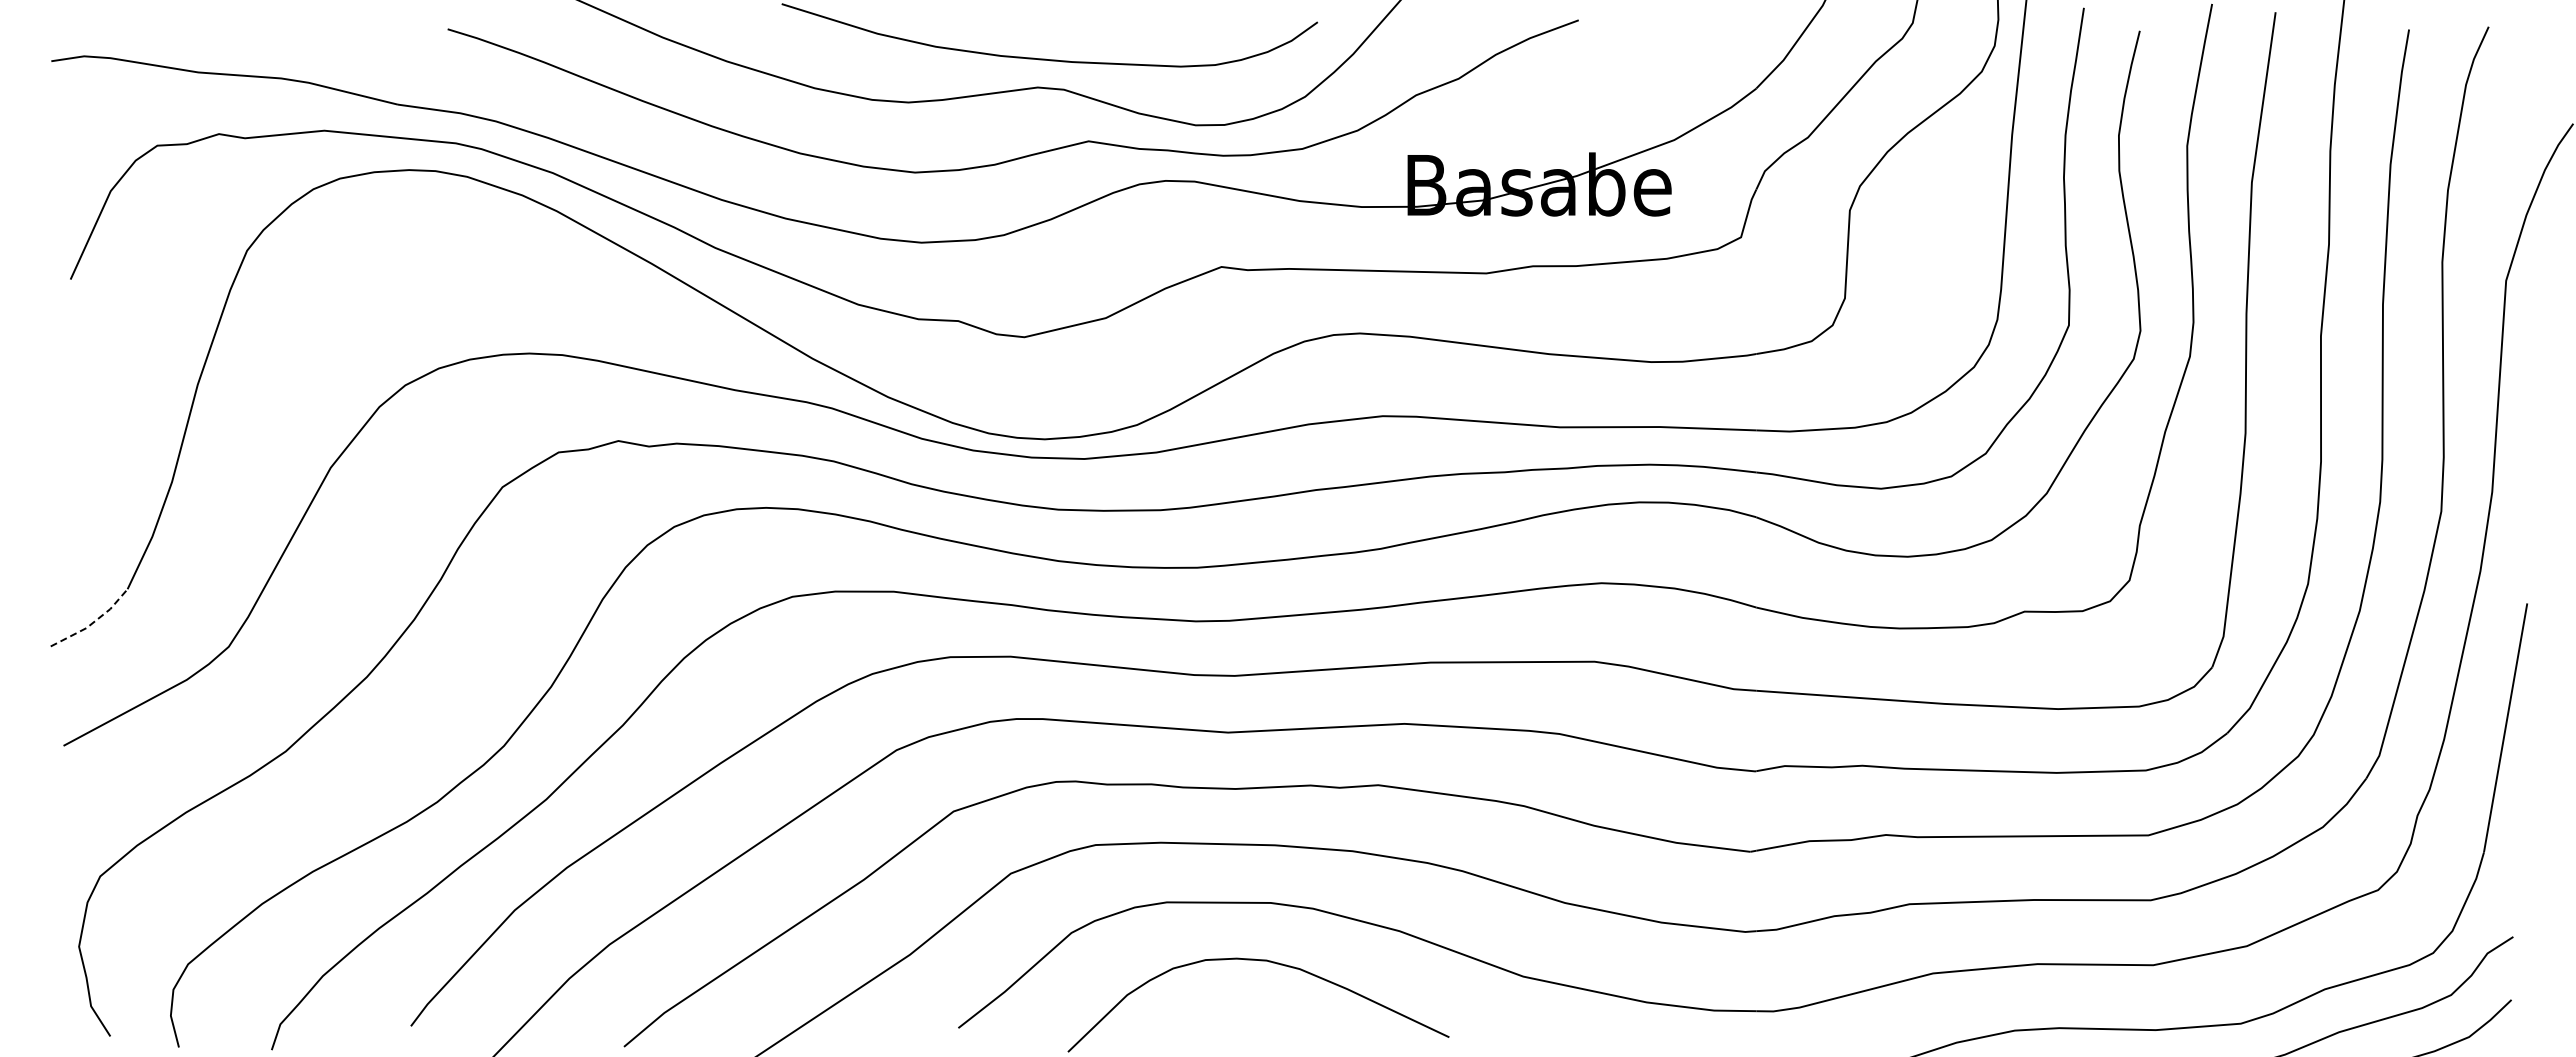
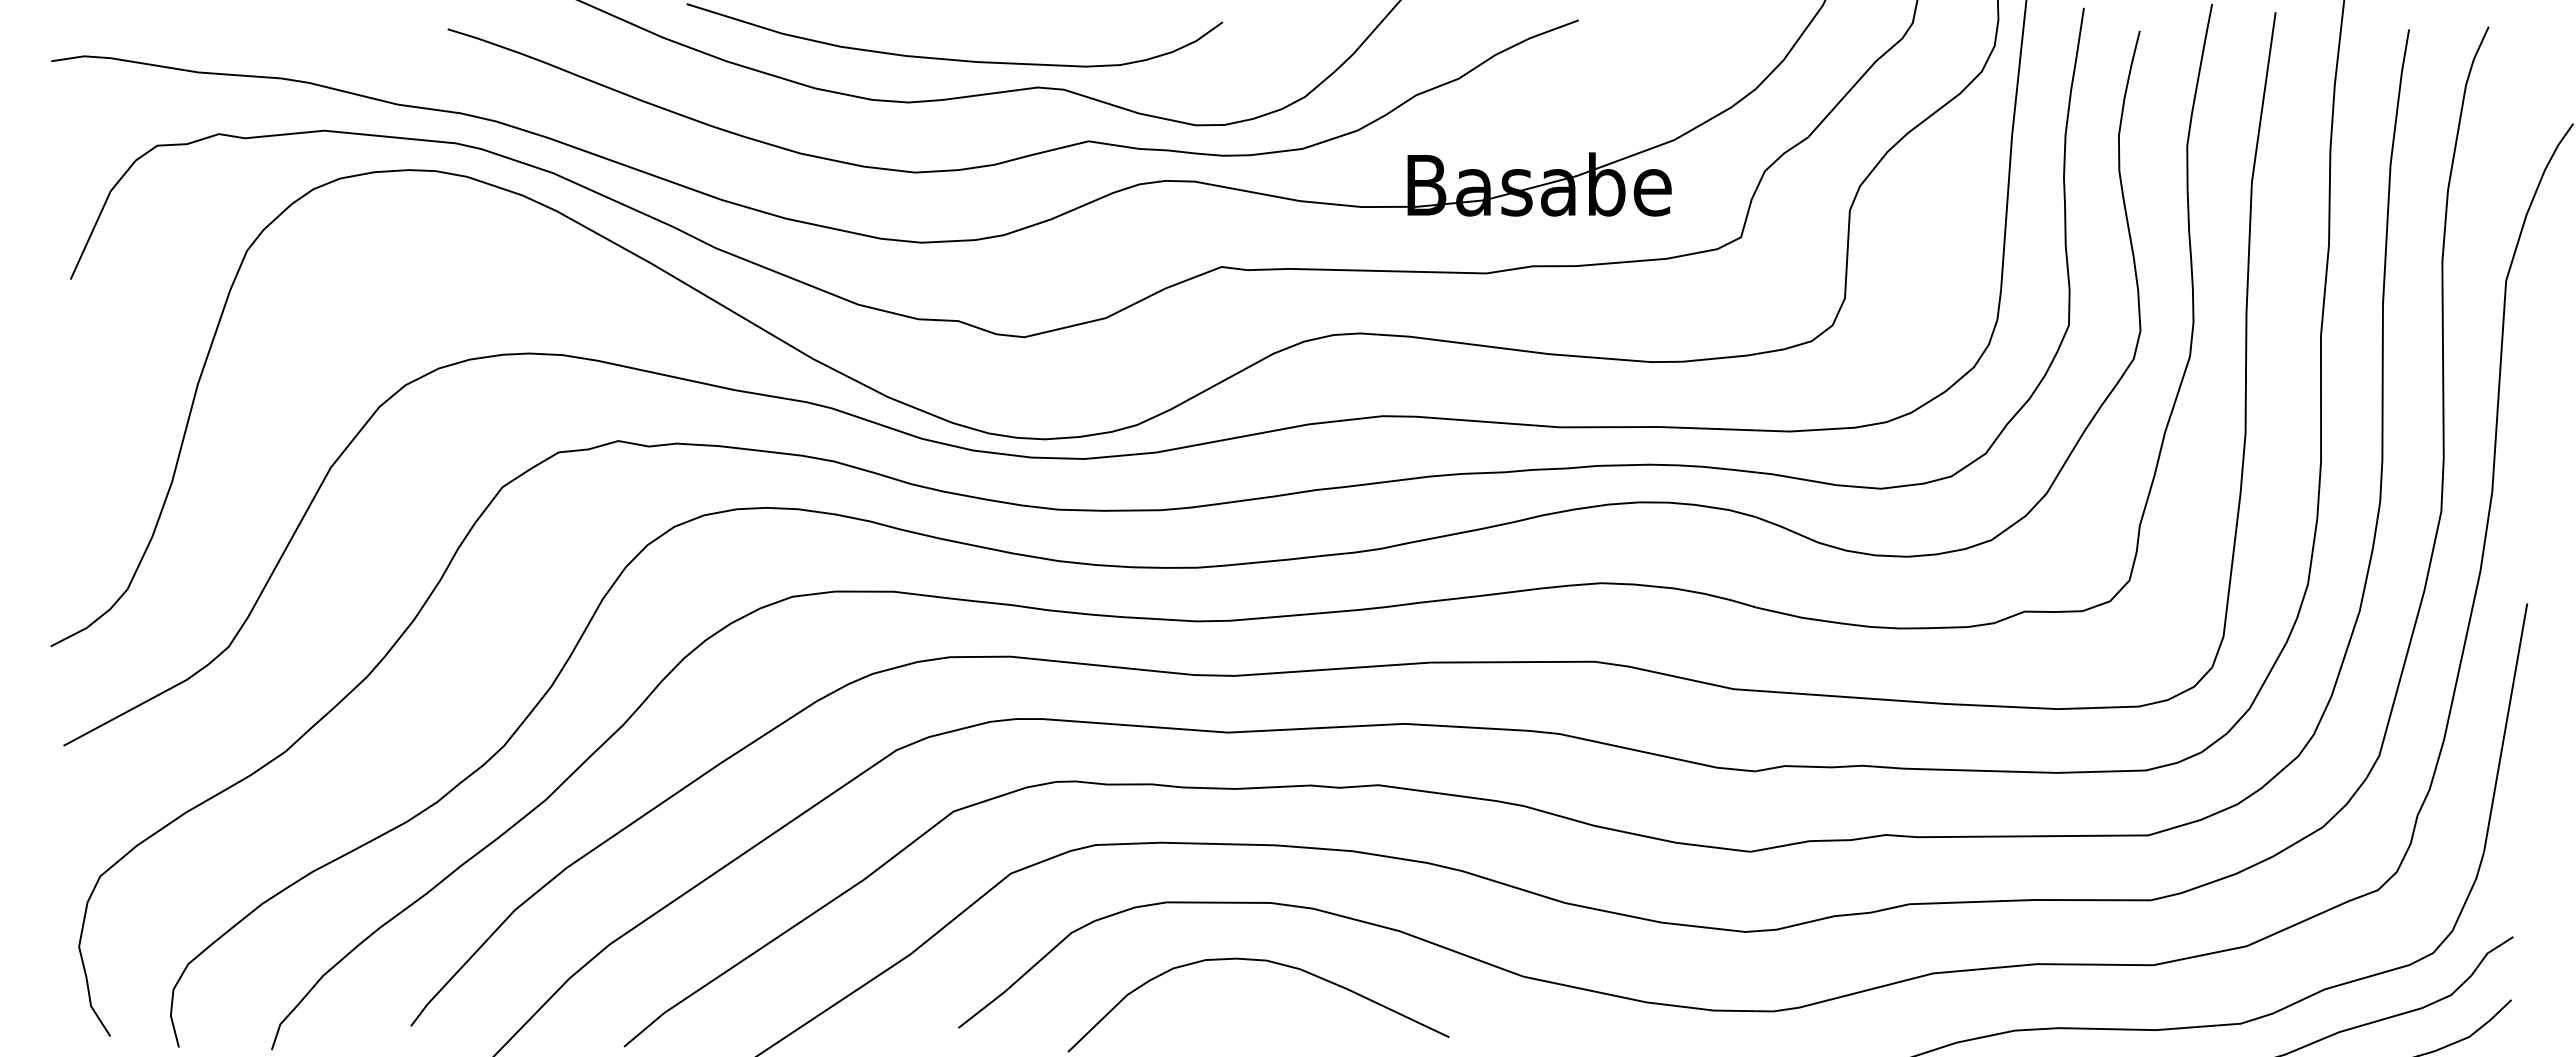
curve at (1045, 58) position: (1045, 58) -> (950, 58)
line at (93, 622): dashed -> solid
